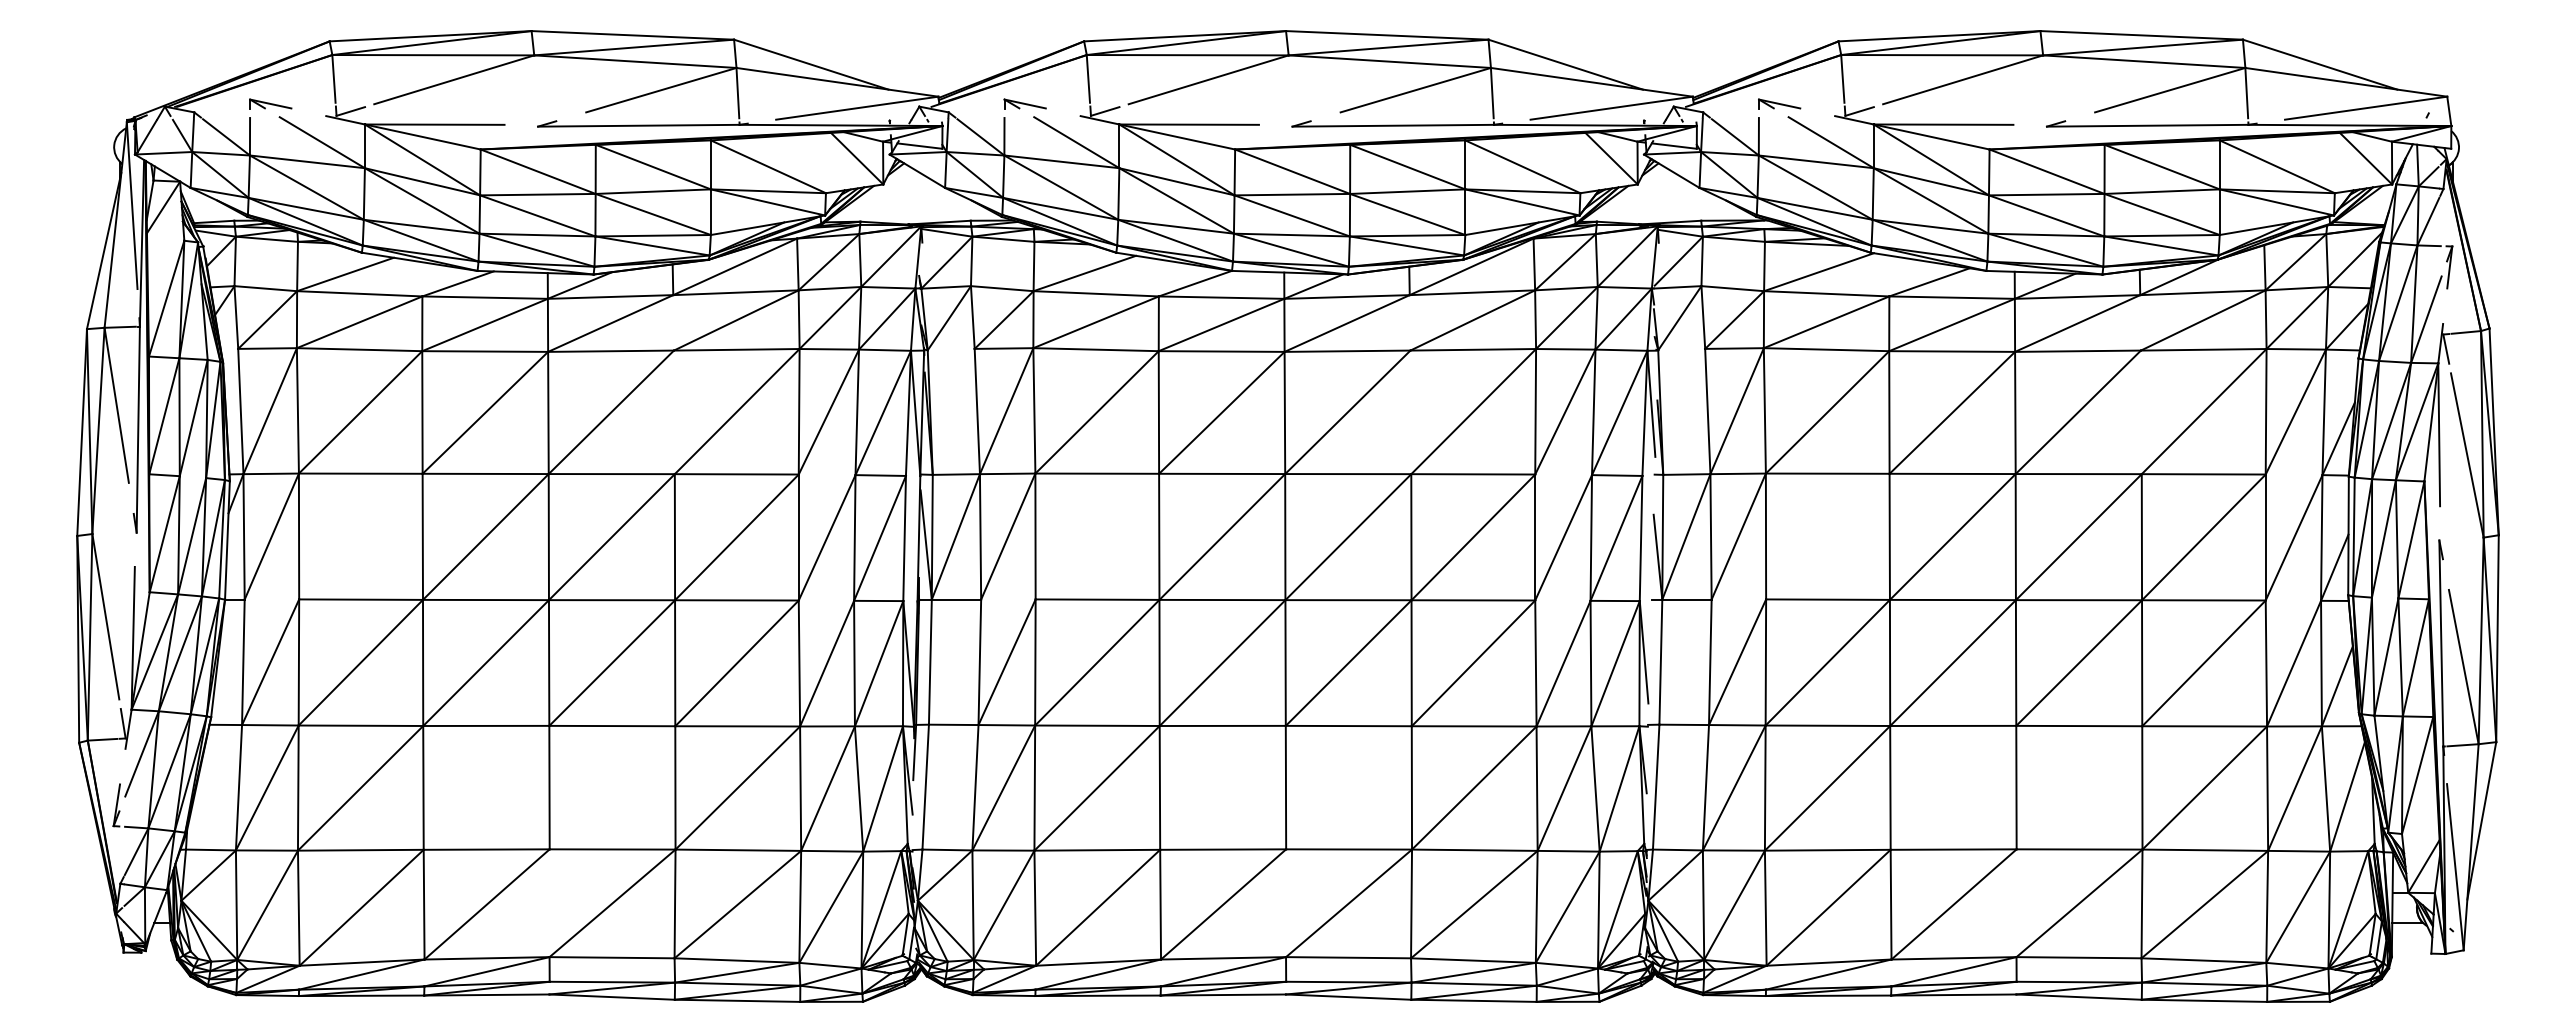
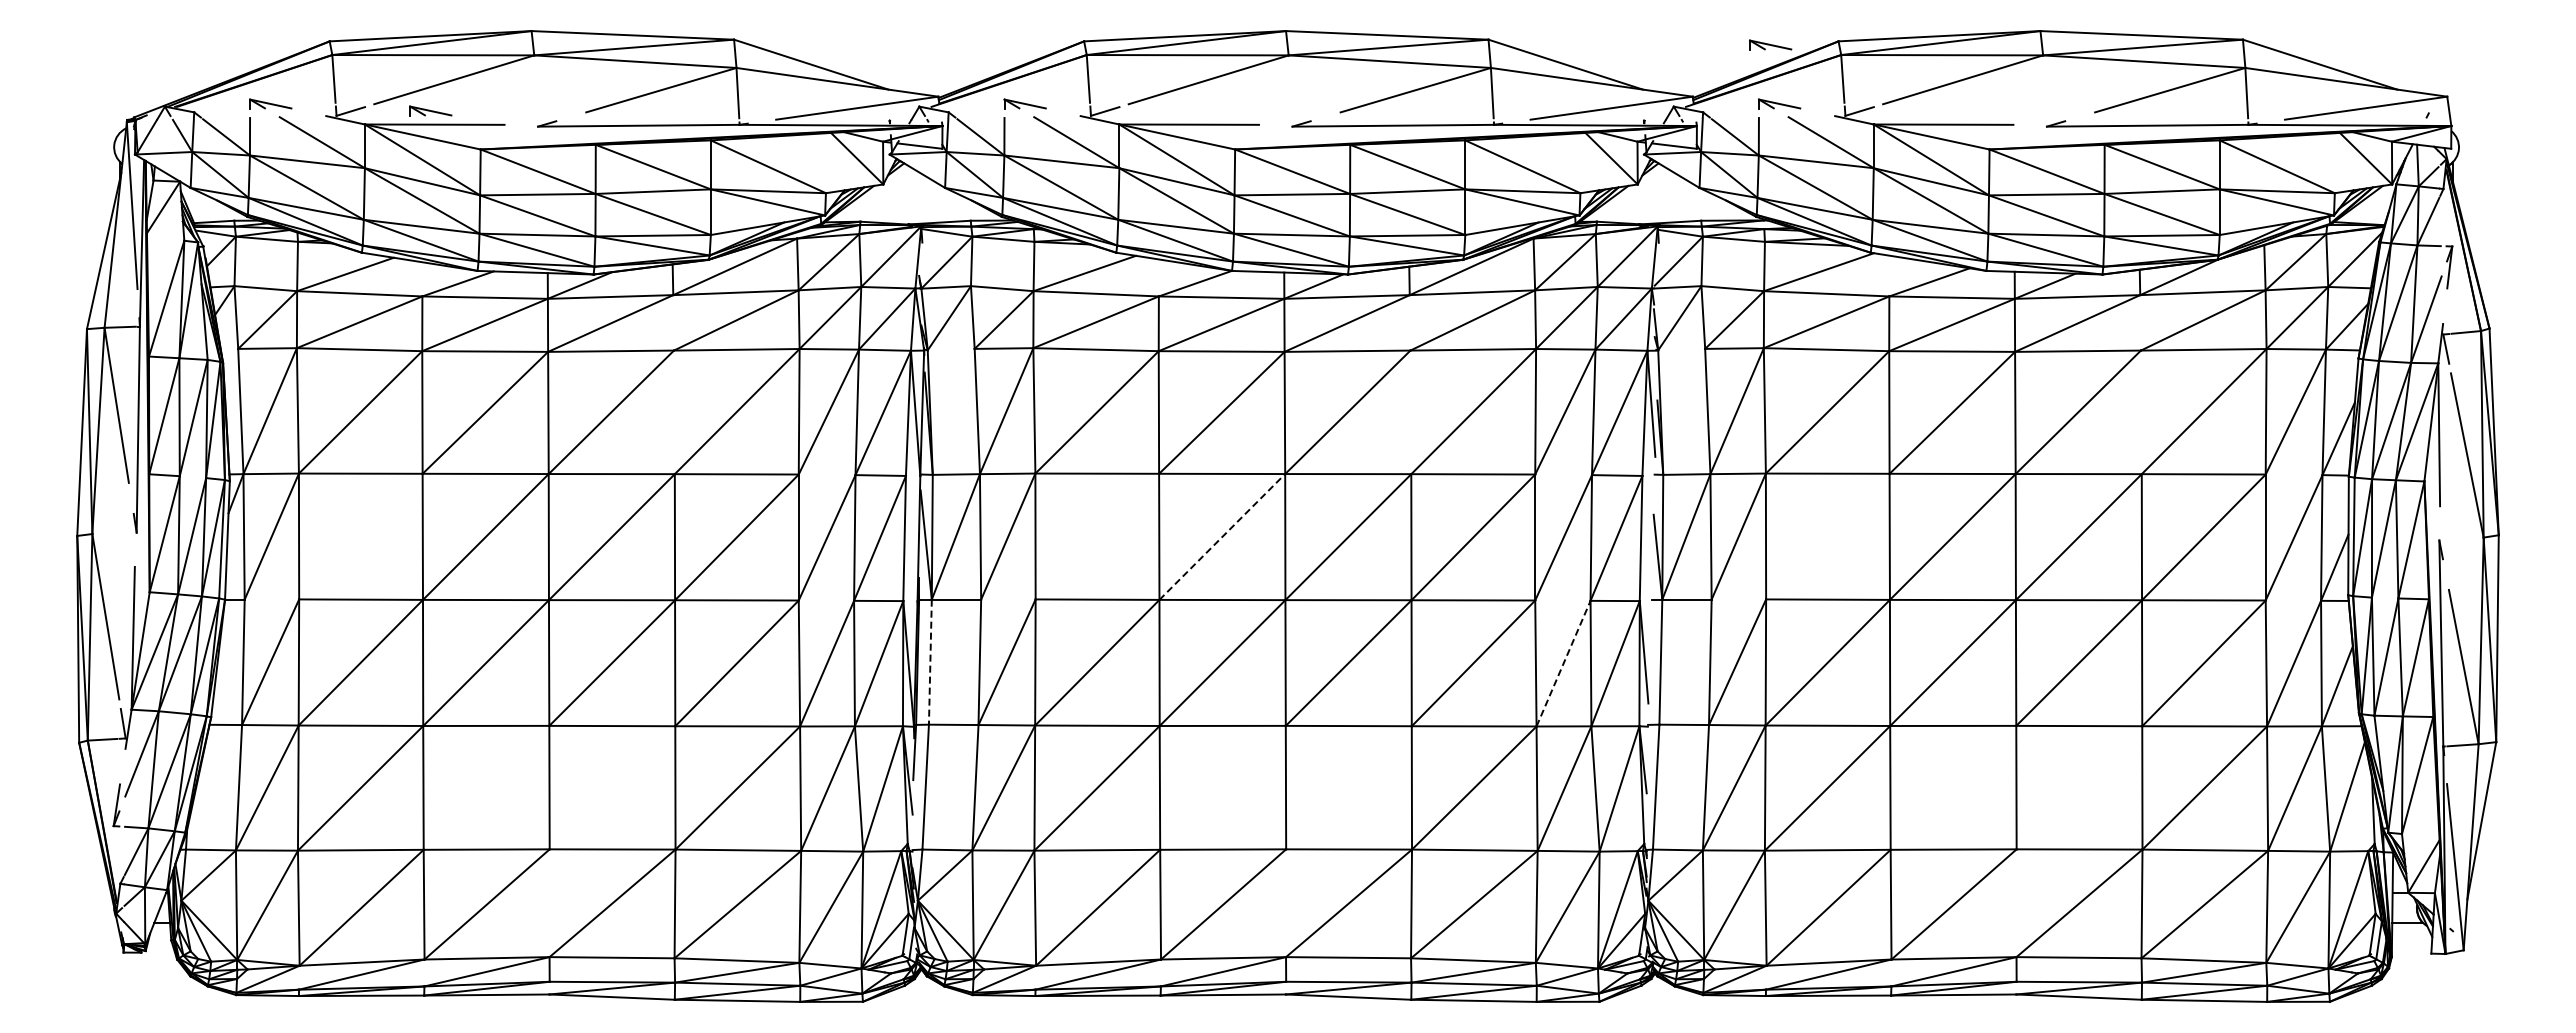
part at (1770, 44): none -> present
part at (430, 110): none -> present
line at (1222, 536): solid -> dashed
line at (930, 662): solid -> dashed
line at (1563, 663): solid -> dashed
